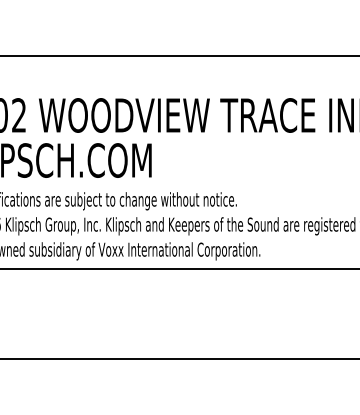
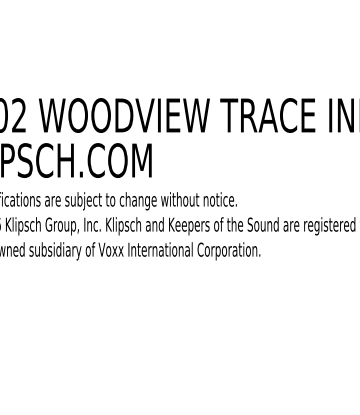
line at (179, 56): present -> none
line at (179, 268): present -> none
line at (179, 358): present -> none
